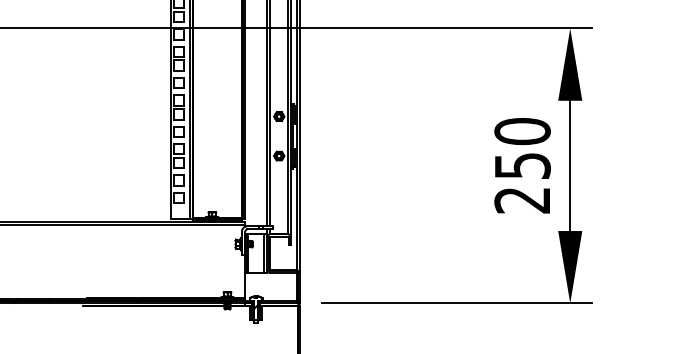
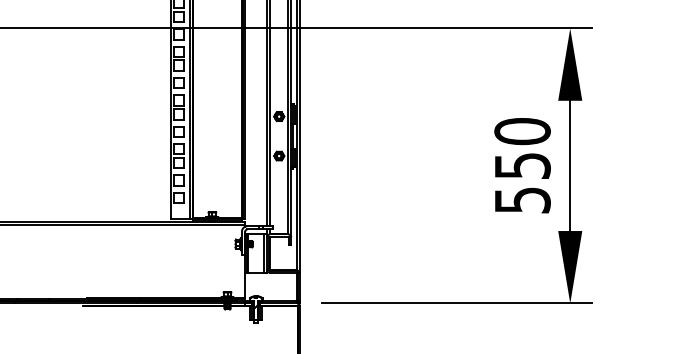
text at (522, 200): 250 -> 550
